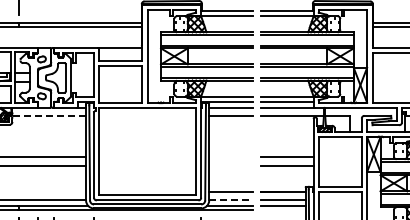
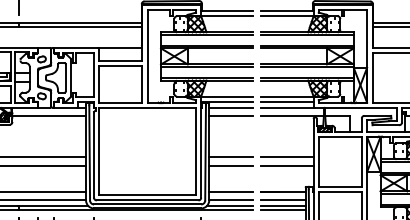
line at (47, 115): dashed -> solid
line at (231, 157): none -> present
line at (231, 166): none -> present
line at (44, 191): none -> present
line at (231, 199): dashed -> solid
line at (283, 210): none -> present
